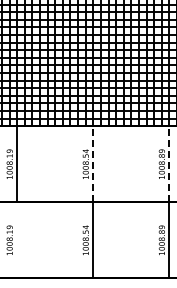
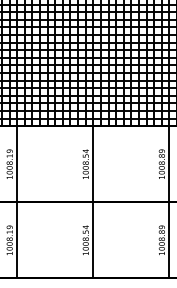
line at (93, 163): dashed -> solid
line at (169, 163): dashed -> solid
line at (17, 240): none -> present
